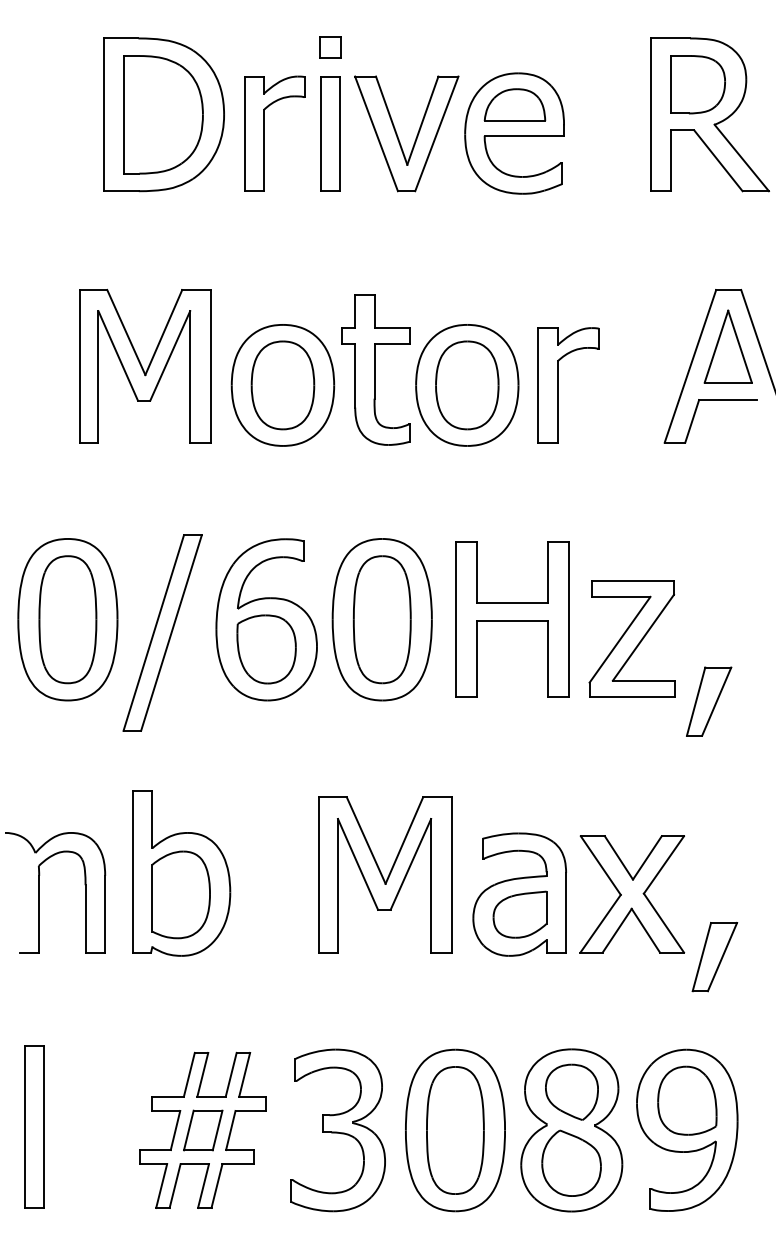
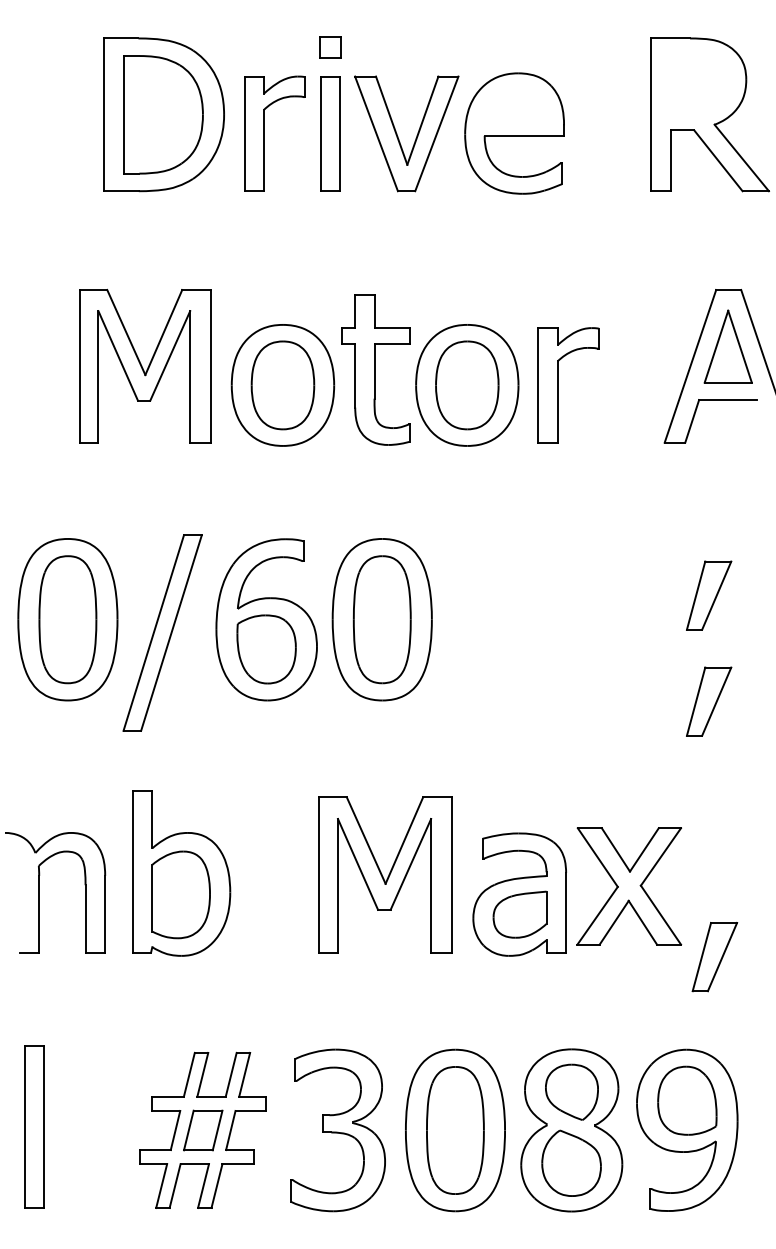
part at (697, 84): present -> none
part at (514, 104): present -> none
part at (709, 595): none -> present
part at (512, 619): present -> none
part at (631, 638): present -> none
part at (632, 894) position: (632, 894) -> (629, 886)
